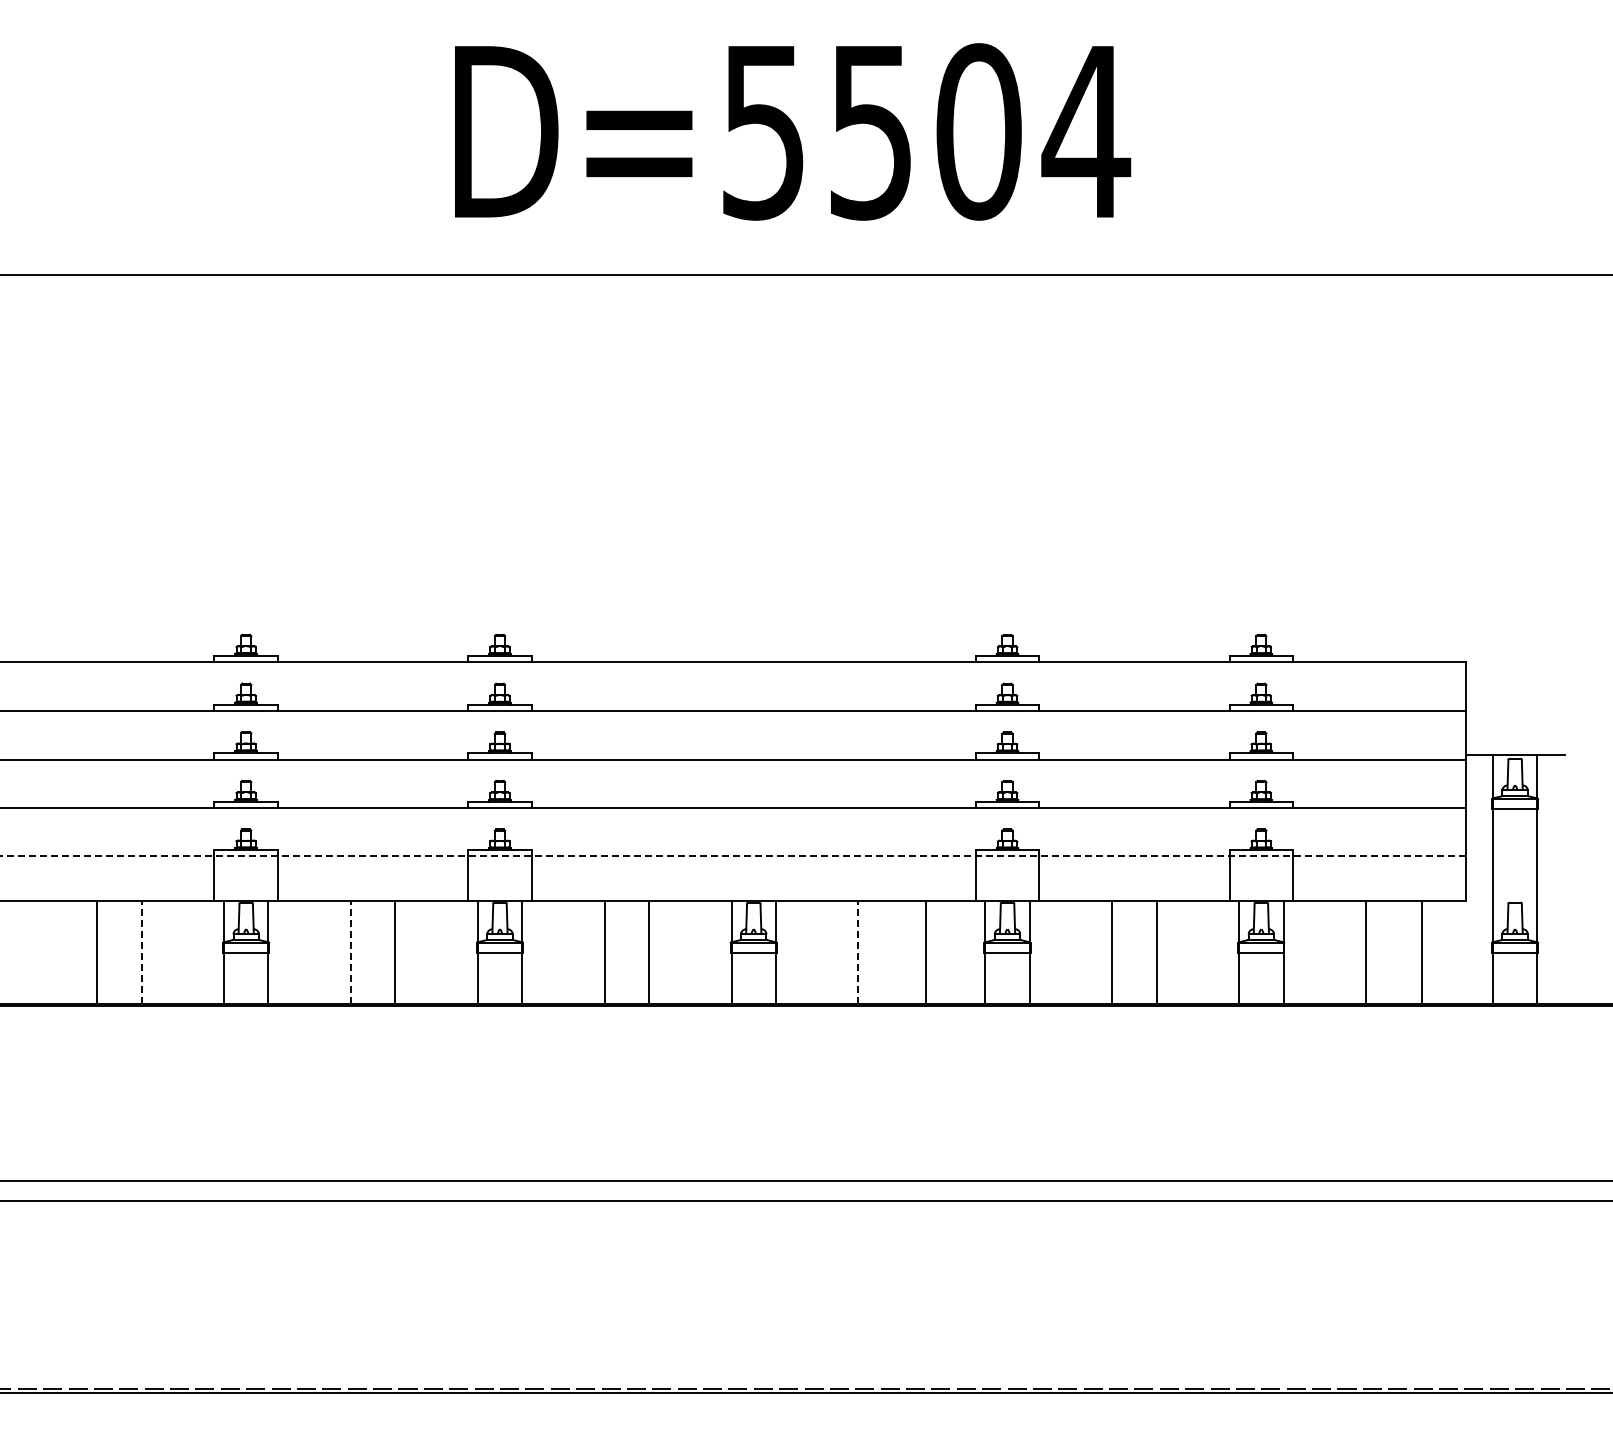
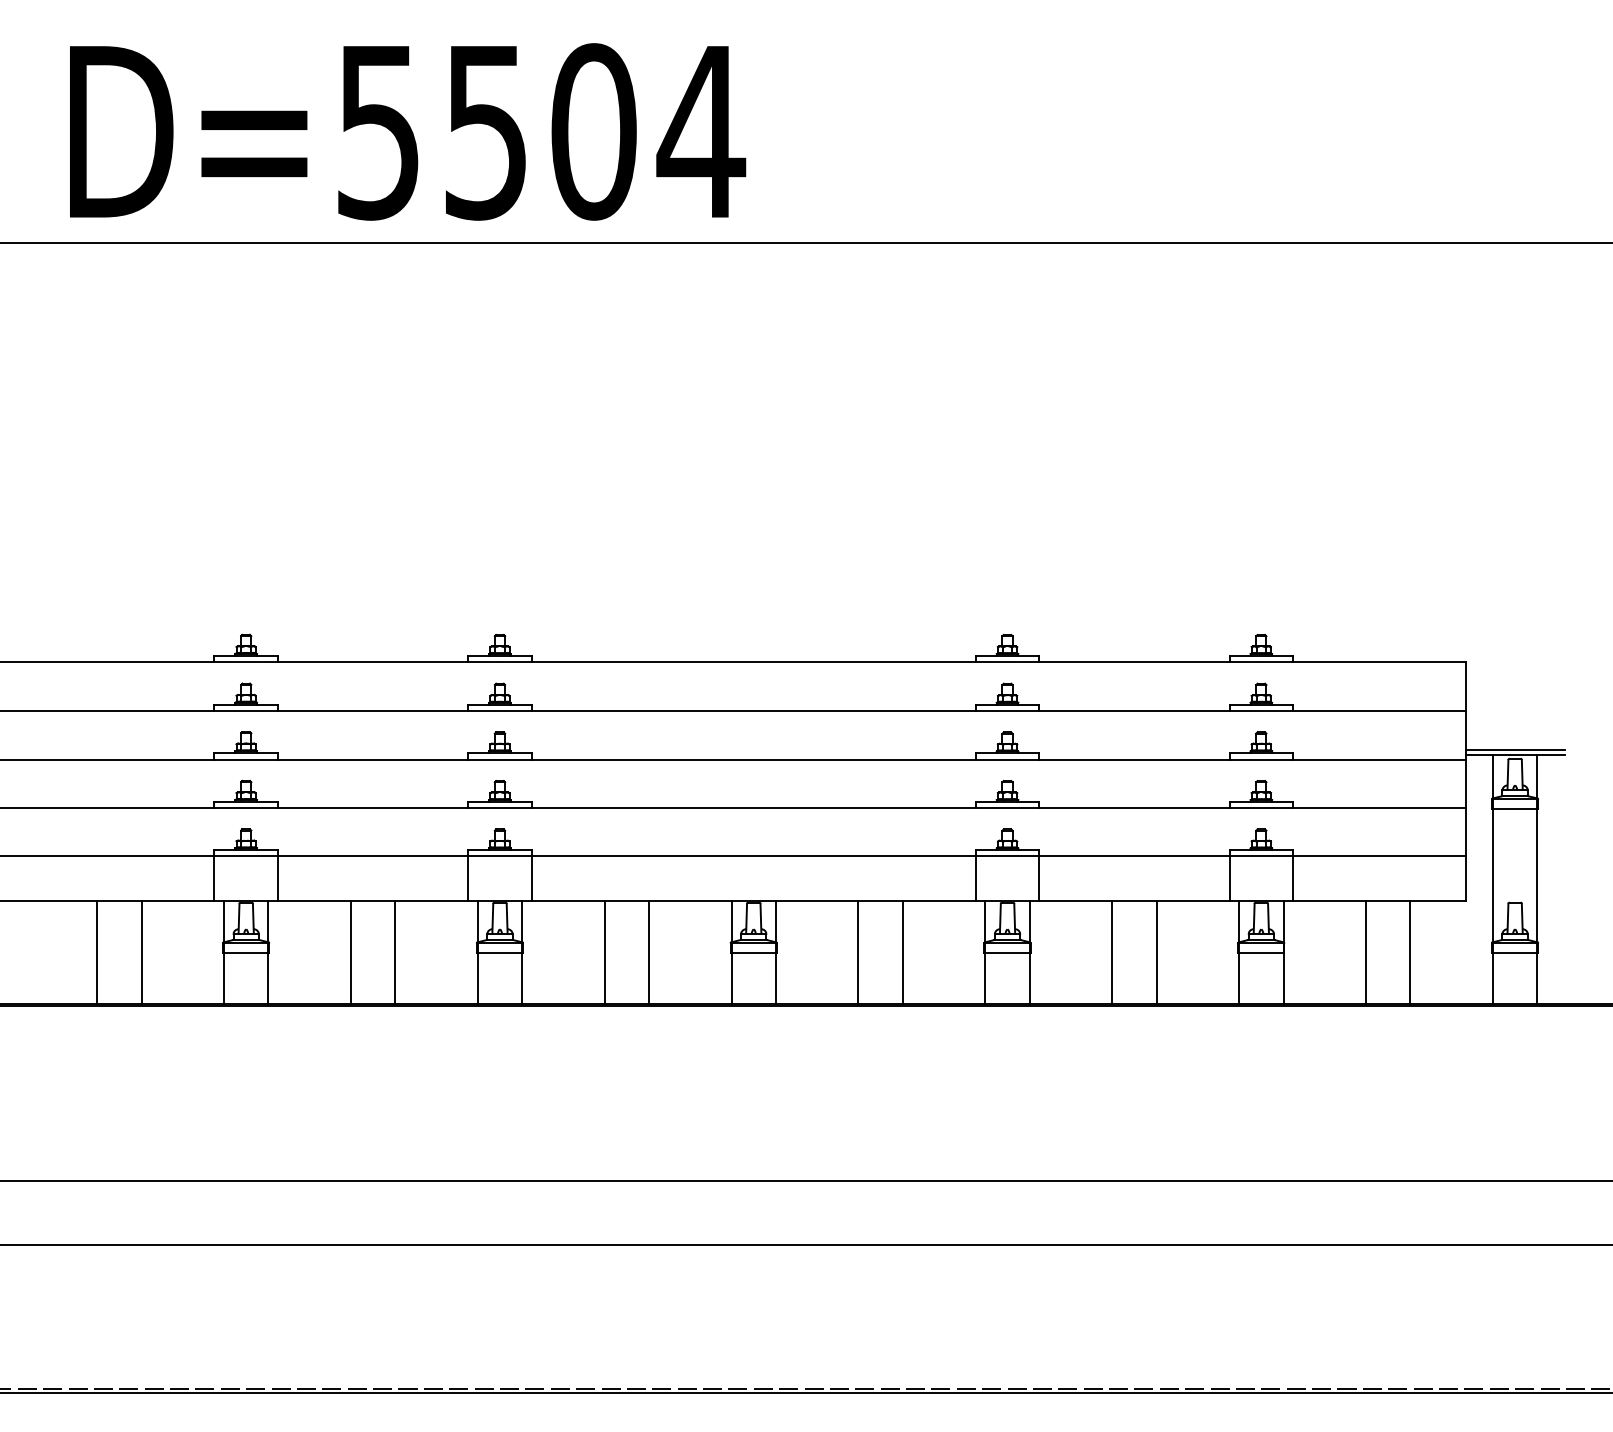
text at (793, 131) position: (793, 131) -> (408, 131)
line at (805, 274) position: (805, 274) -> (805, 242)
line at (1514, 750): none -> present
line at (732, 856): dashed -> solid
line at (141, 951): dashed -> solid
line at (350, 951): dashed -> solid
line at (858, 951): dashed -> solid
line at (925, 951) position: (925, 951) -> (902, 951)
line at (1422, 951) position: (1422, 951) -> (1410, 951)
line at (805, 1200) position: (805, 1200) -> (805, 1244)
